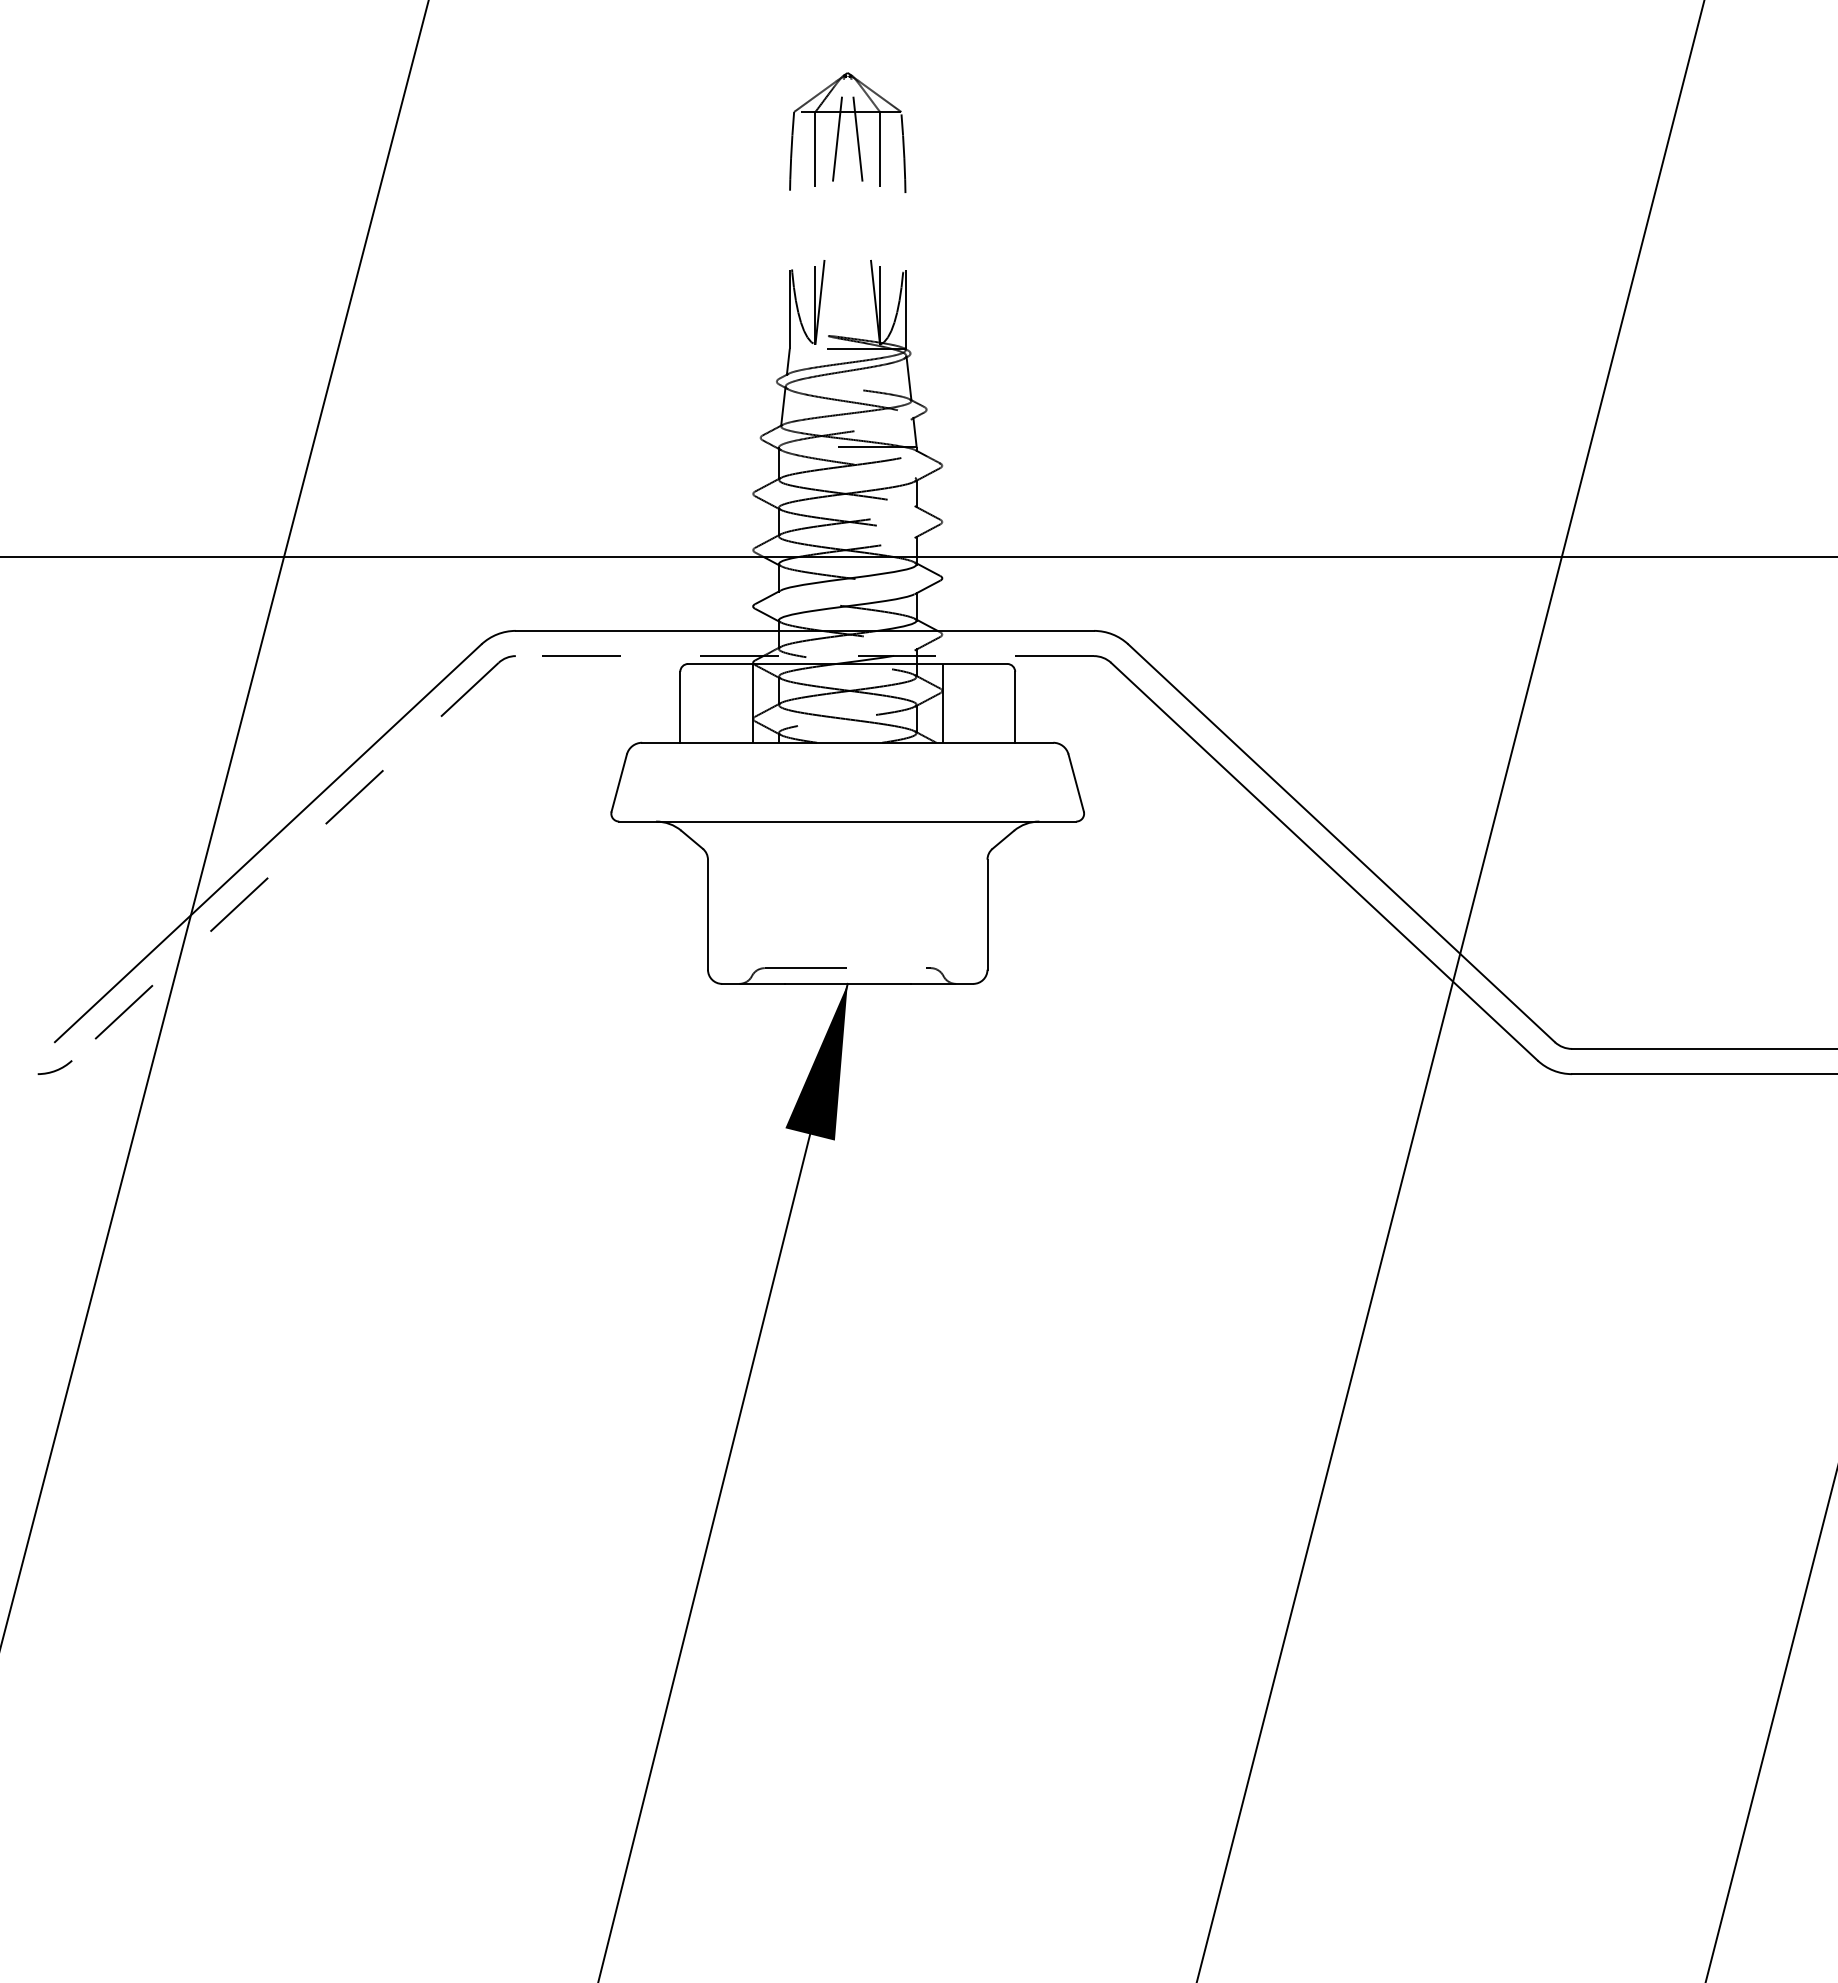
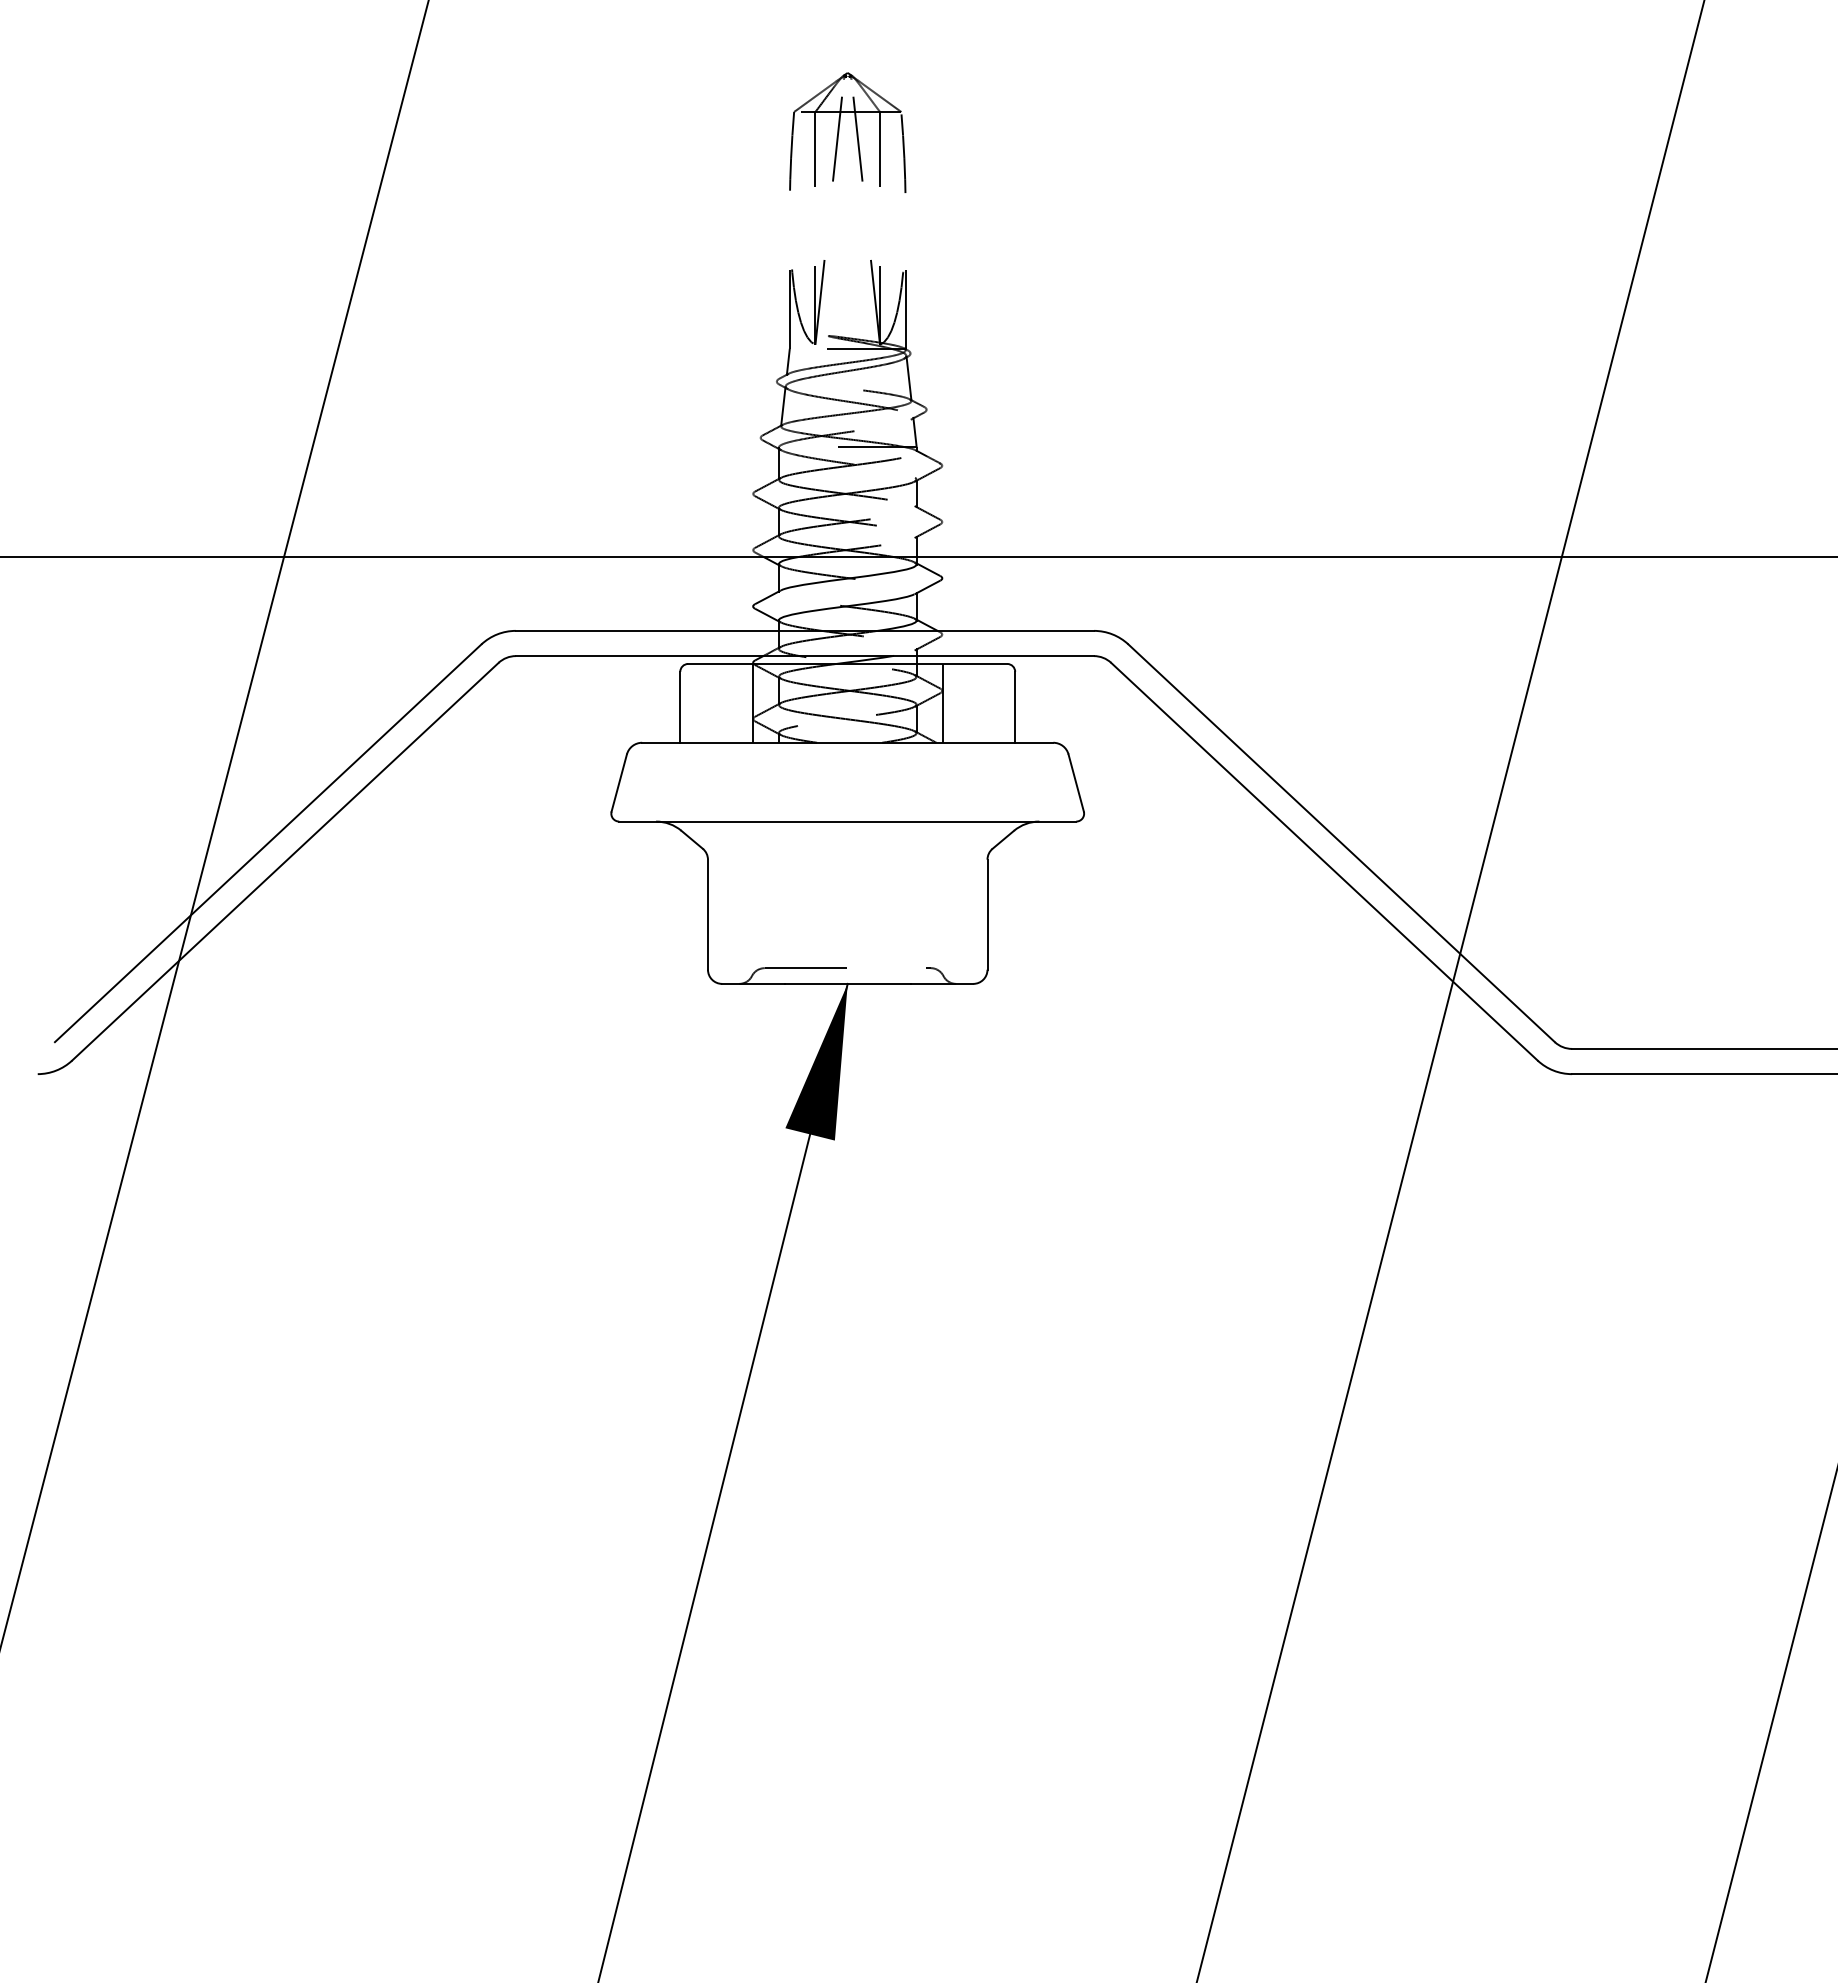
line at (804, 656): dashed -> solid
line at (285, 861): dashed -> solid
